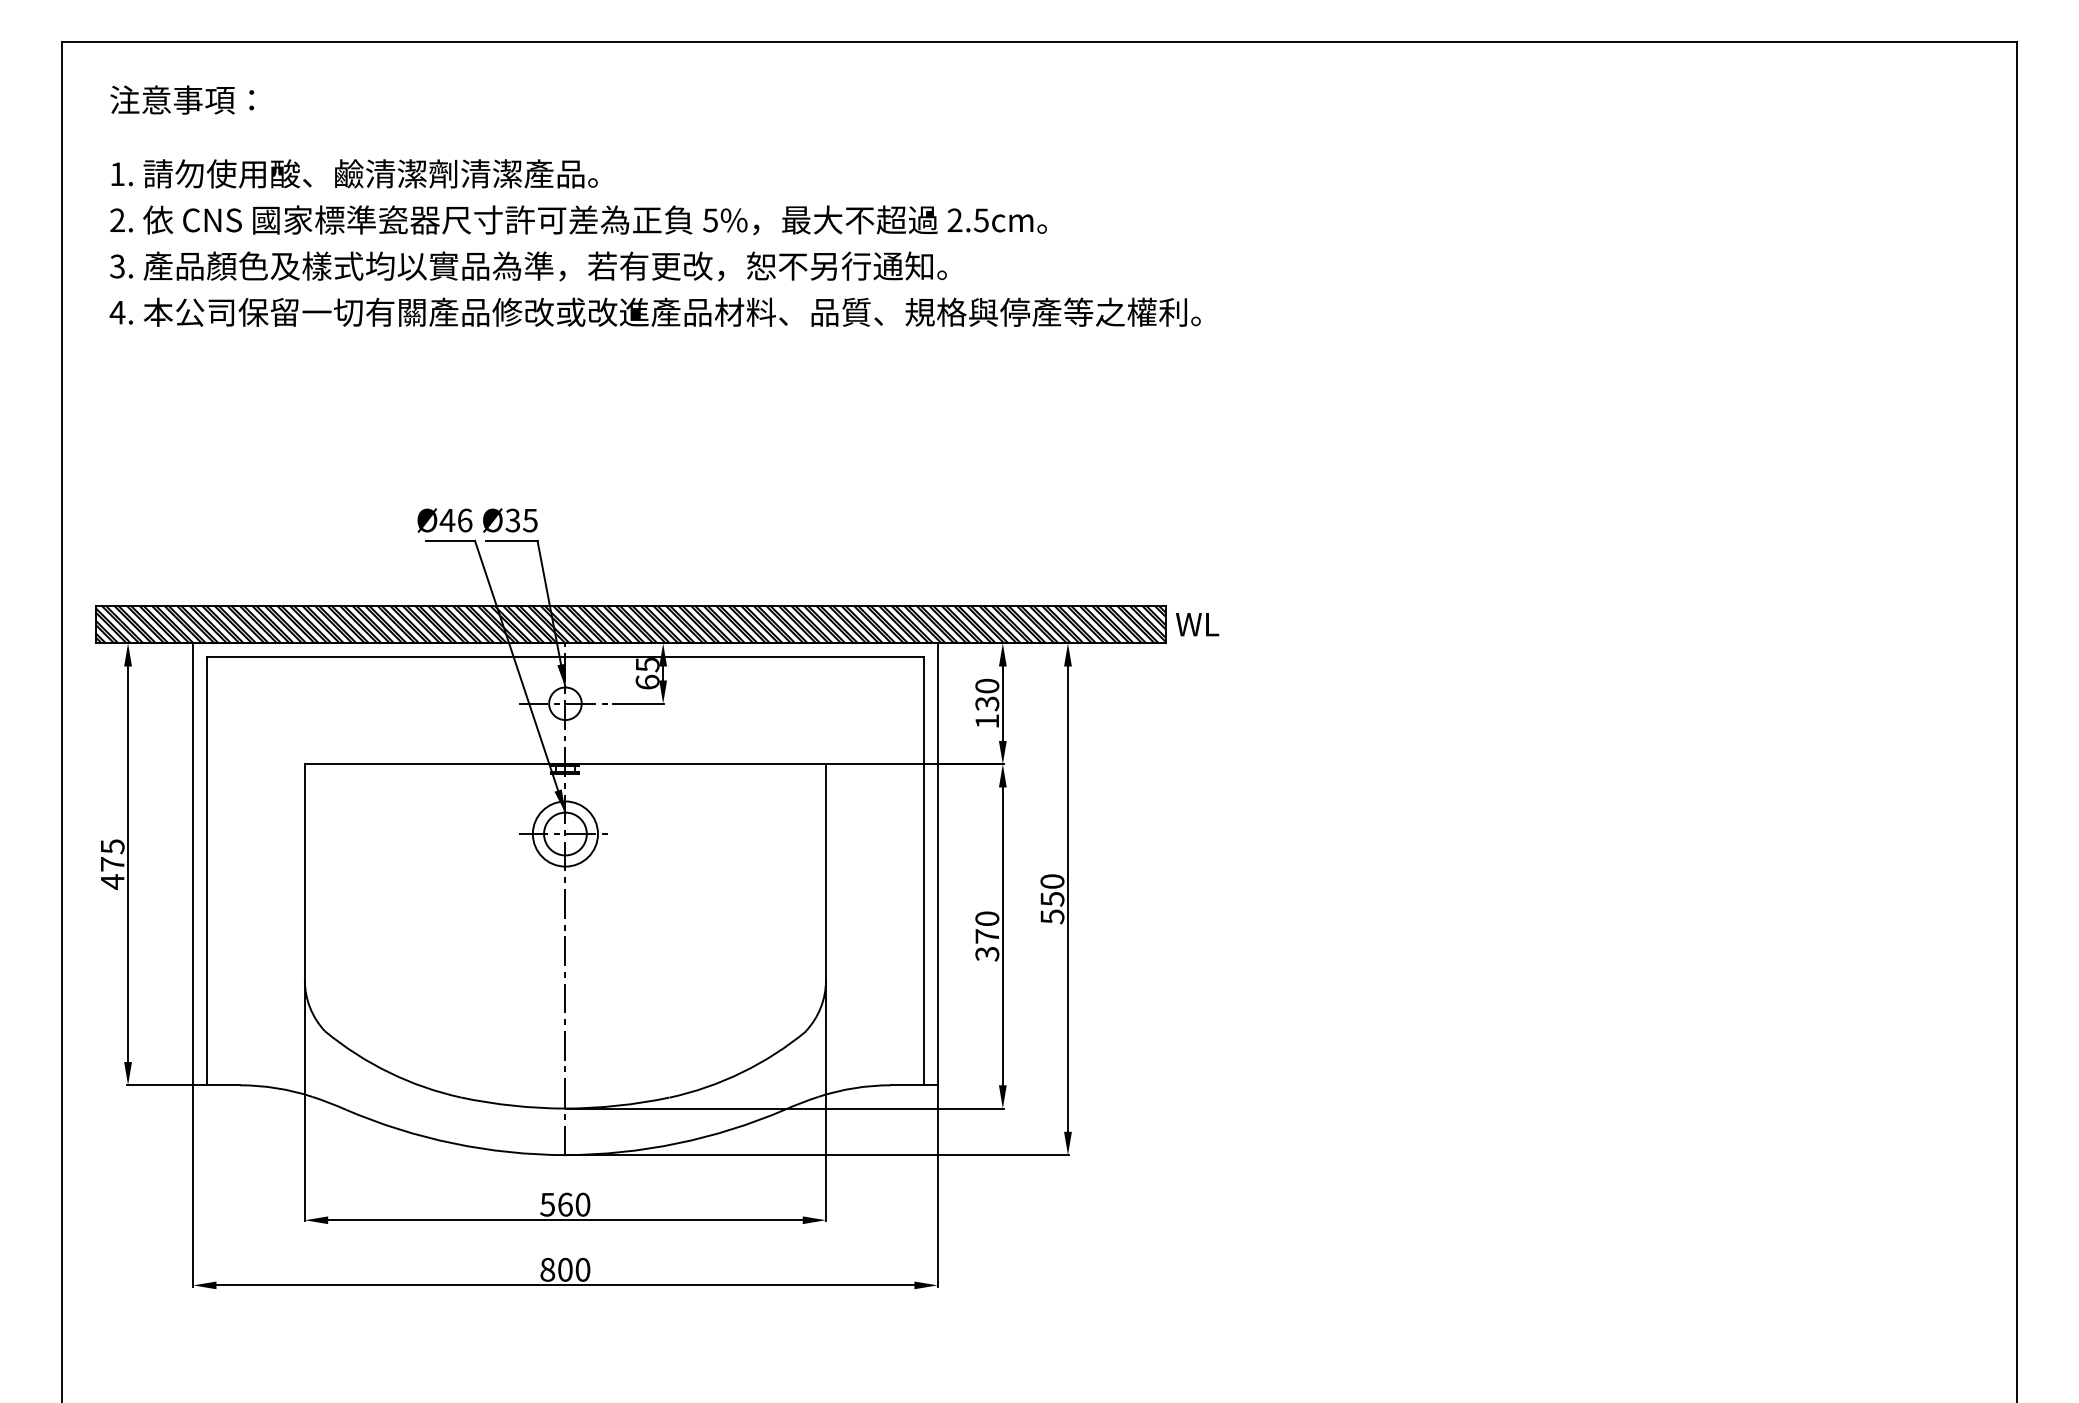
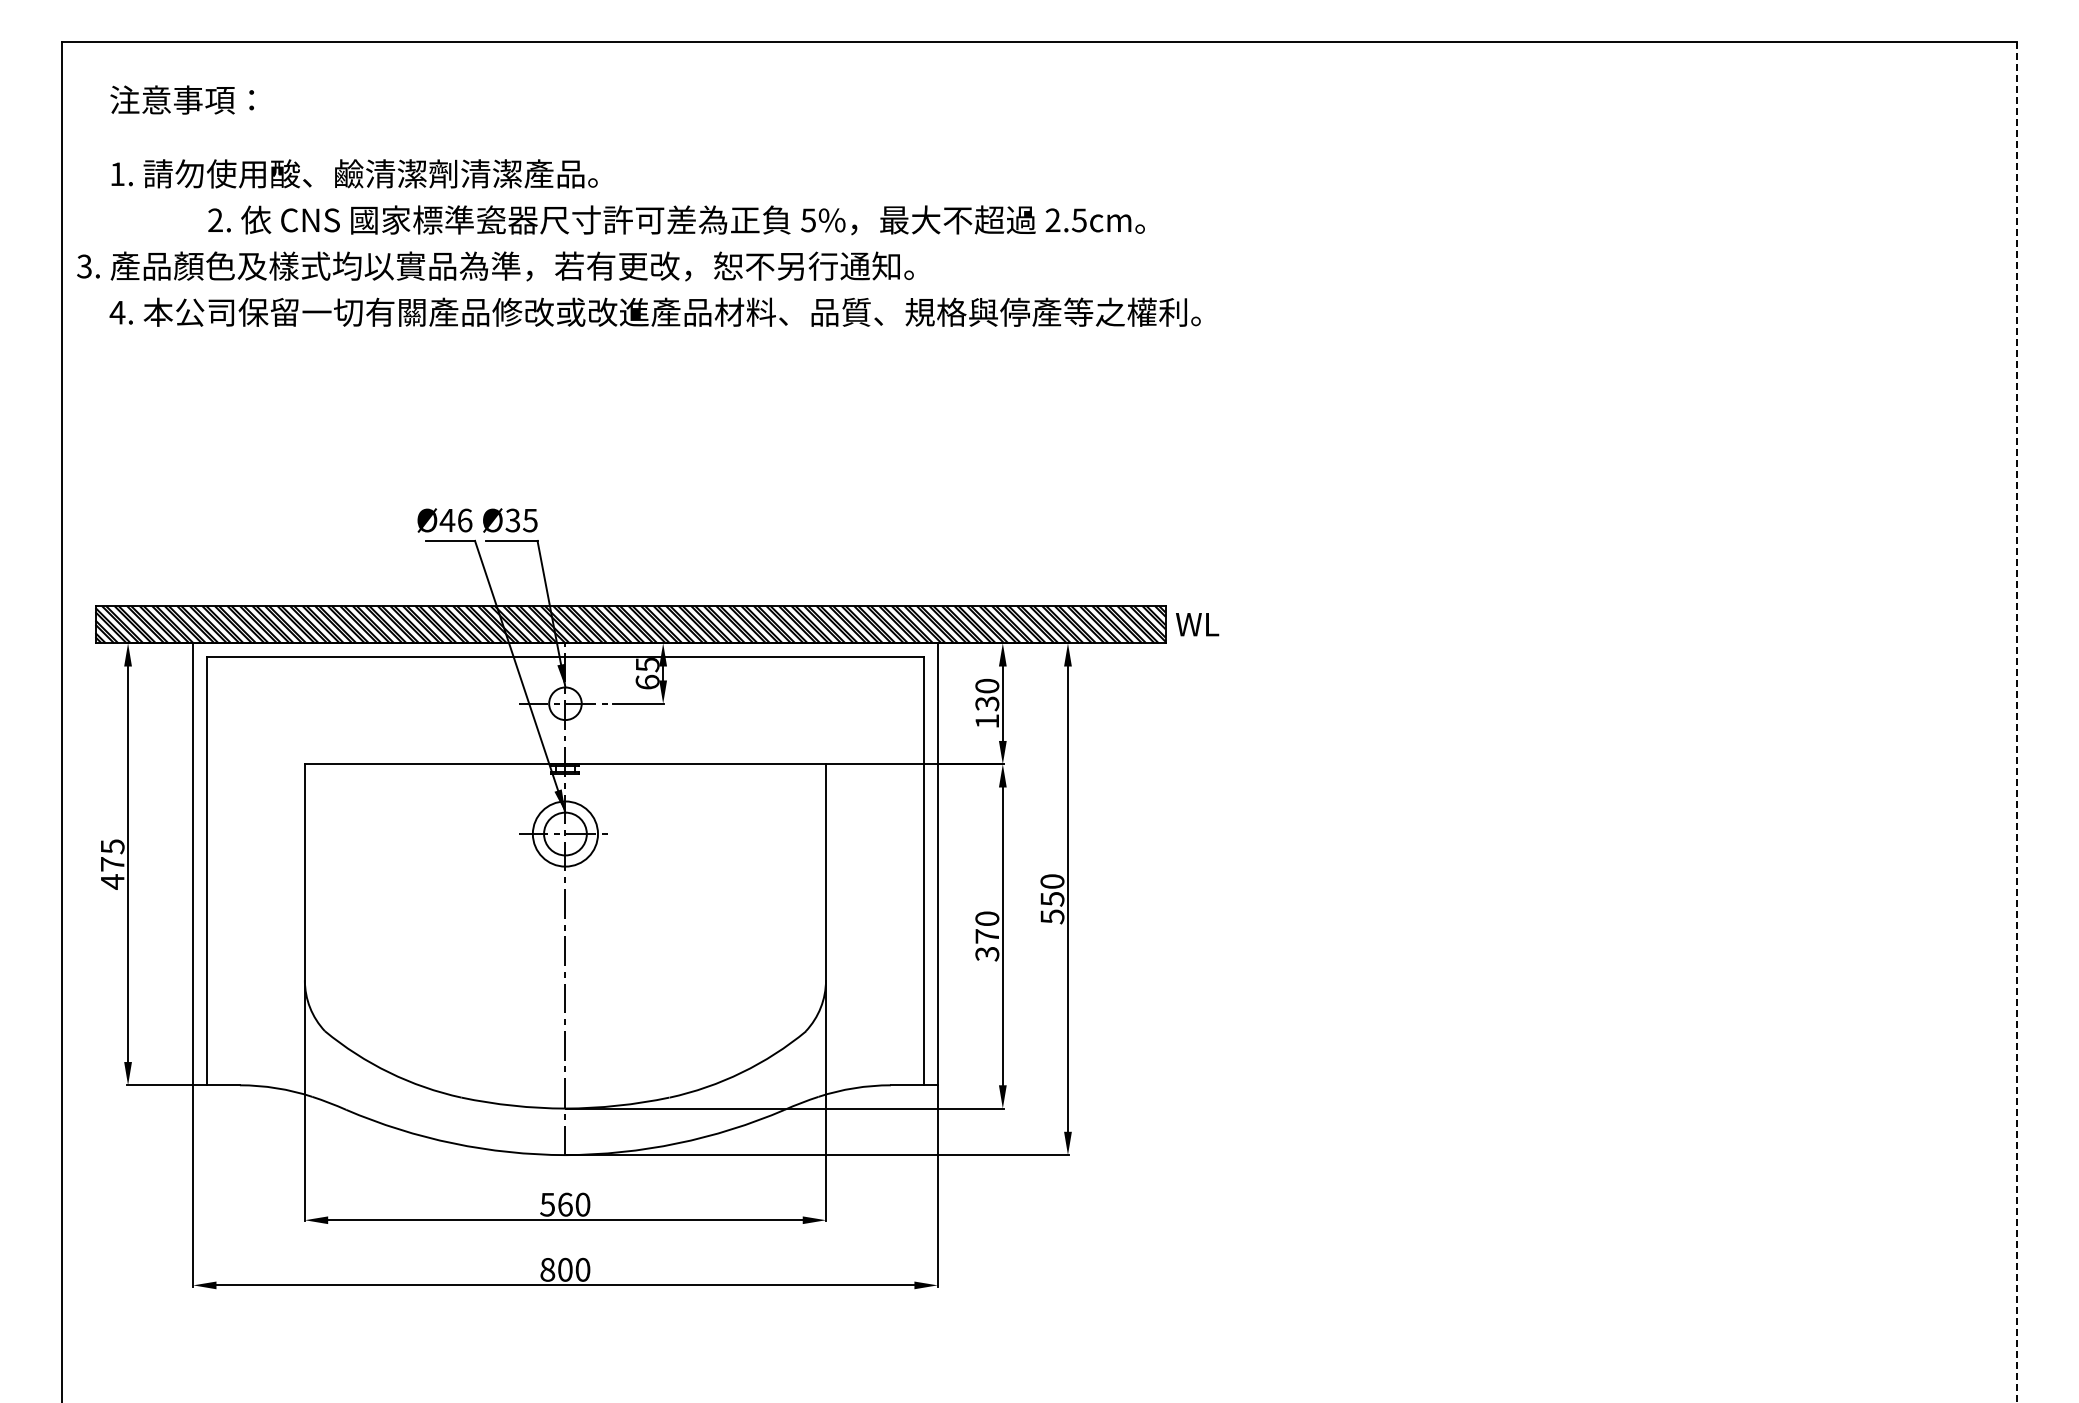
text at (578, 220) position: (578, 220) -> (676, 220)
text at (528, 266) position: (528, 266) -> (495, 266)
line at (2016, 722): solid -> dashed
